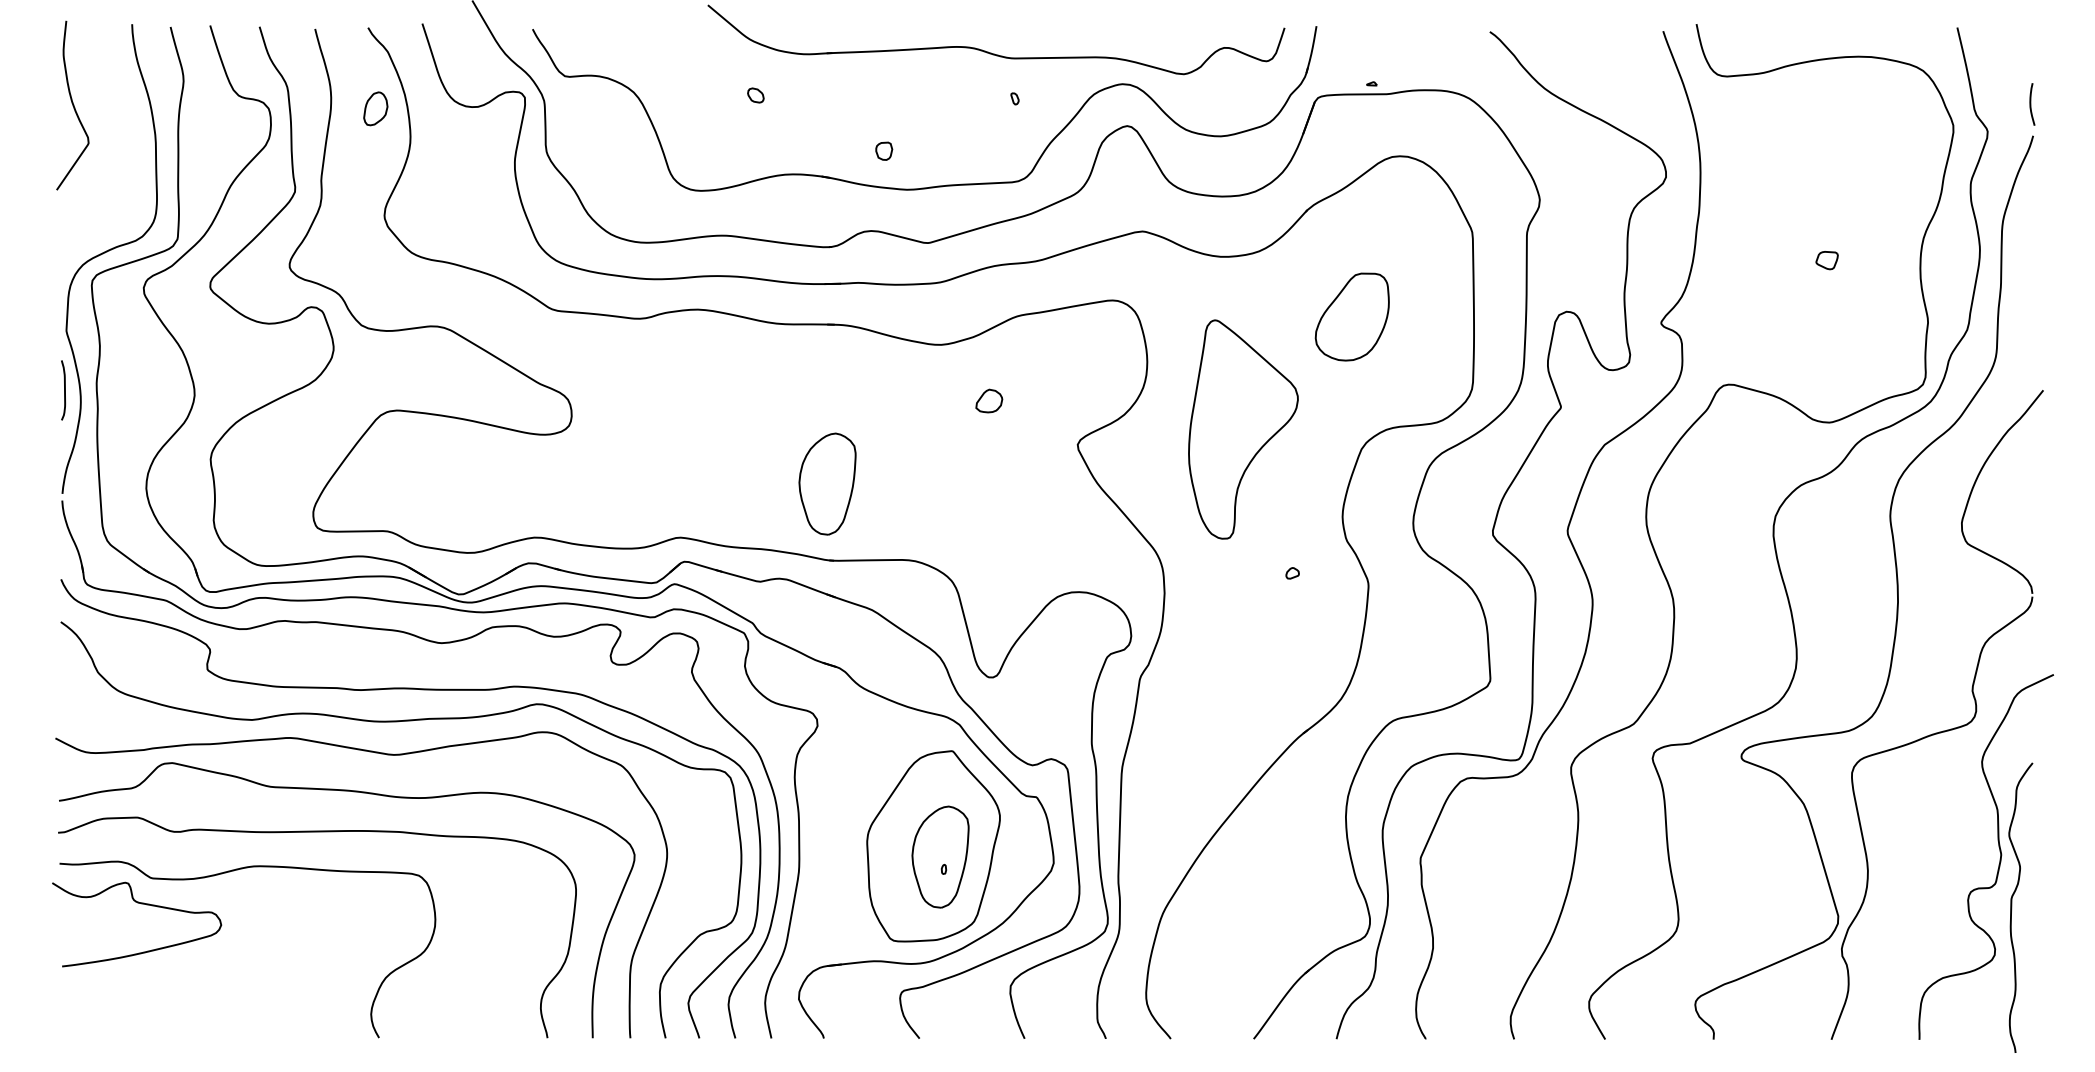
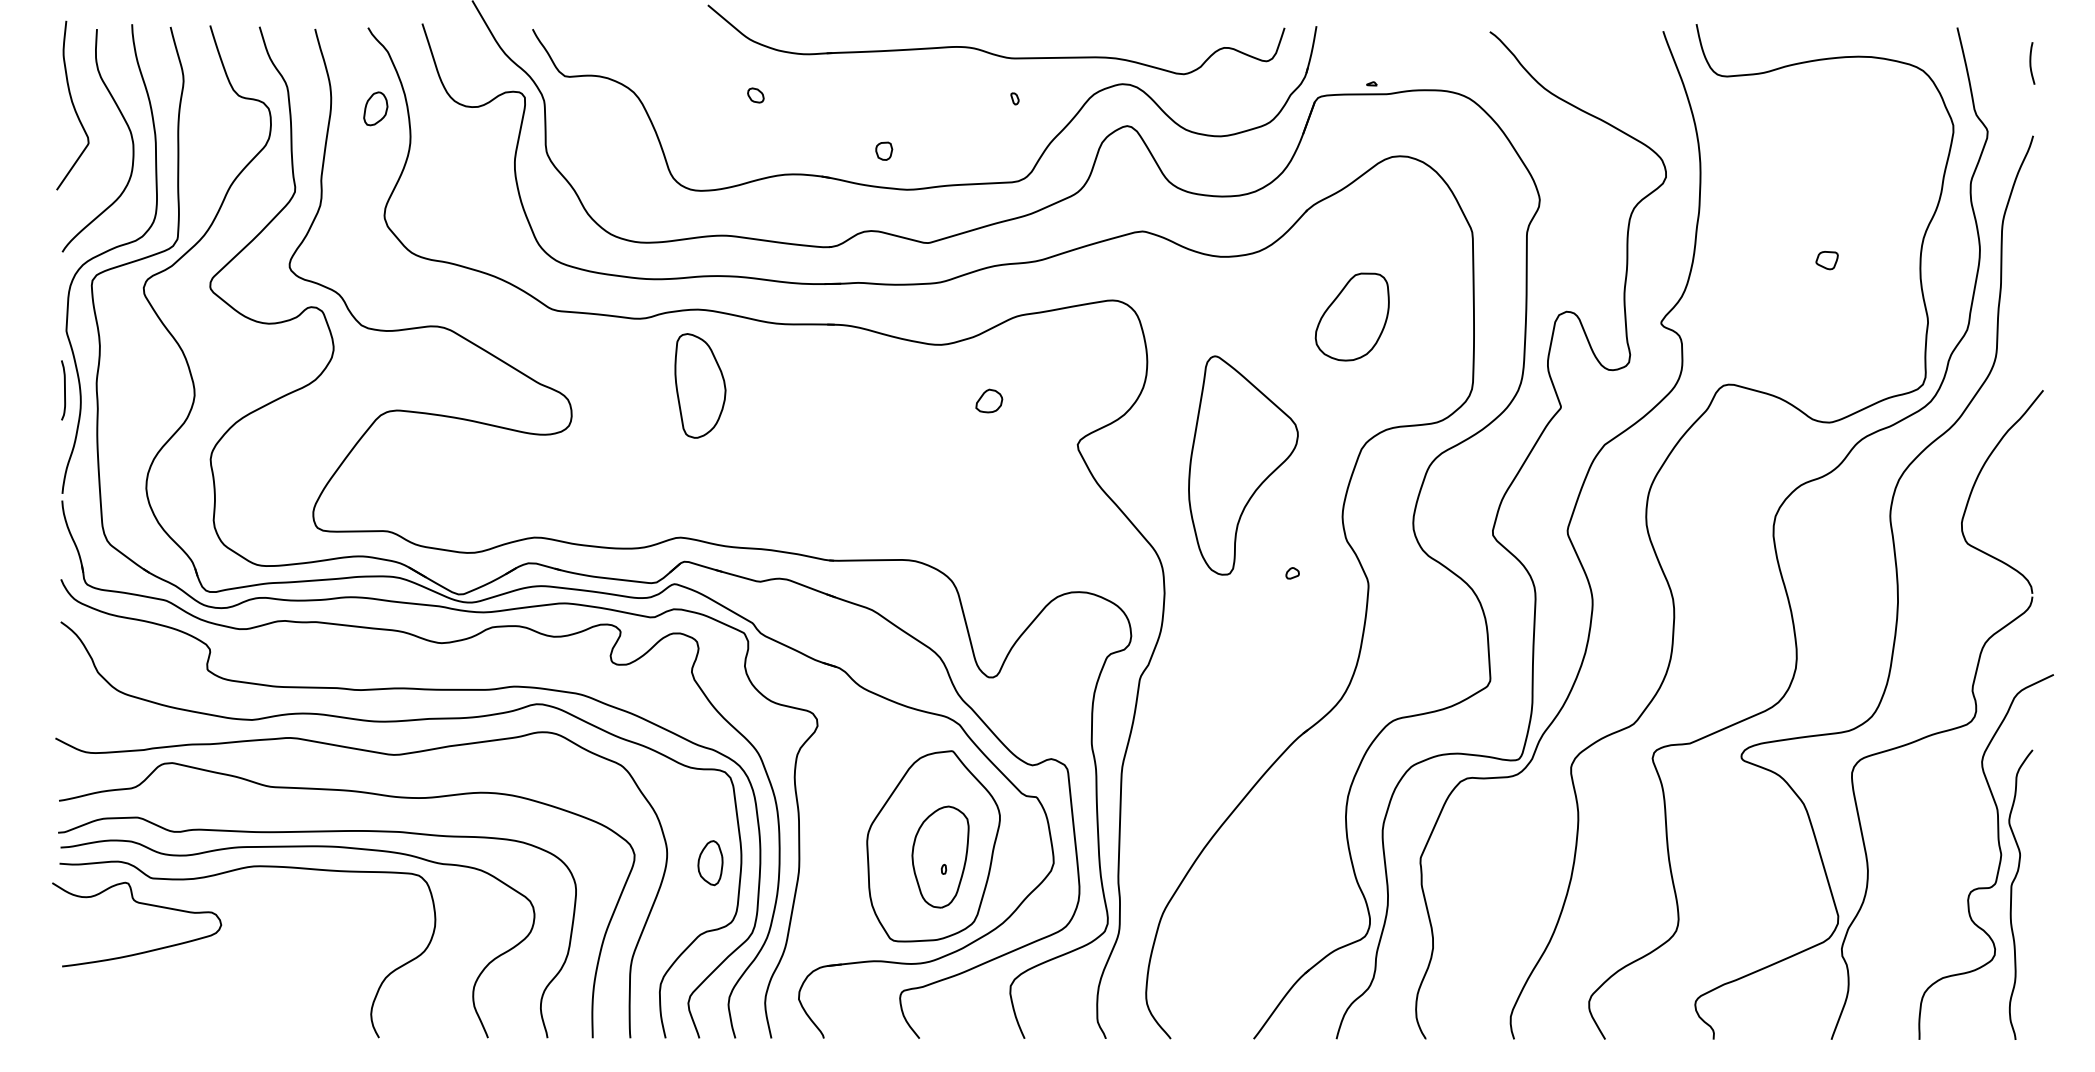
curve at (2031, 104) position: (2031, 104) -> (2031, 63)
curve at (126, 125): none -> present
part at (700, 385): none -> present
part at (1243, 429) position: (1243, 429) -> (1243, 465)
part at (827, 483): present -> none
curve at (297, 847): none -> present
part at (710, 863): none -> present
curve at (2012, 907) position: (2012, 907) -> (2012, 894)
